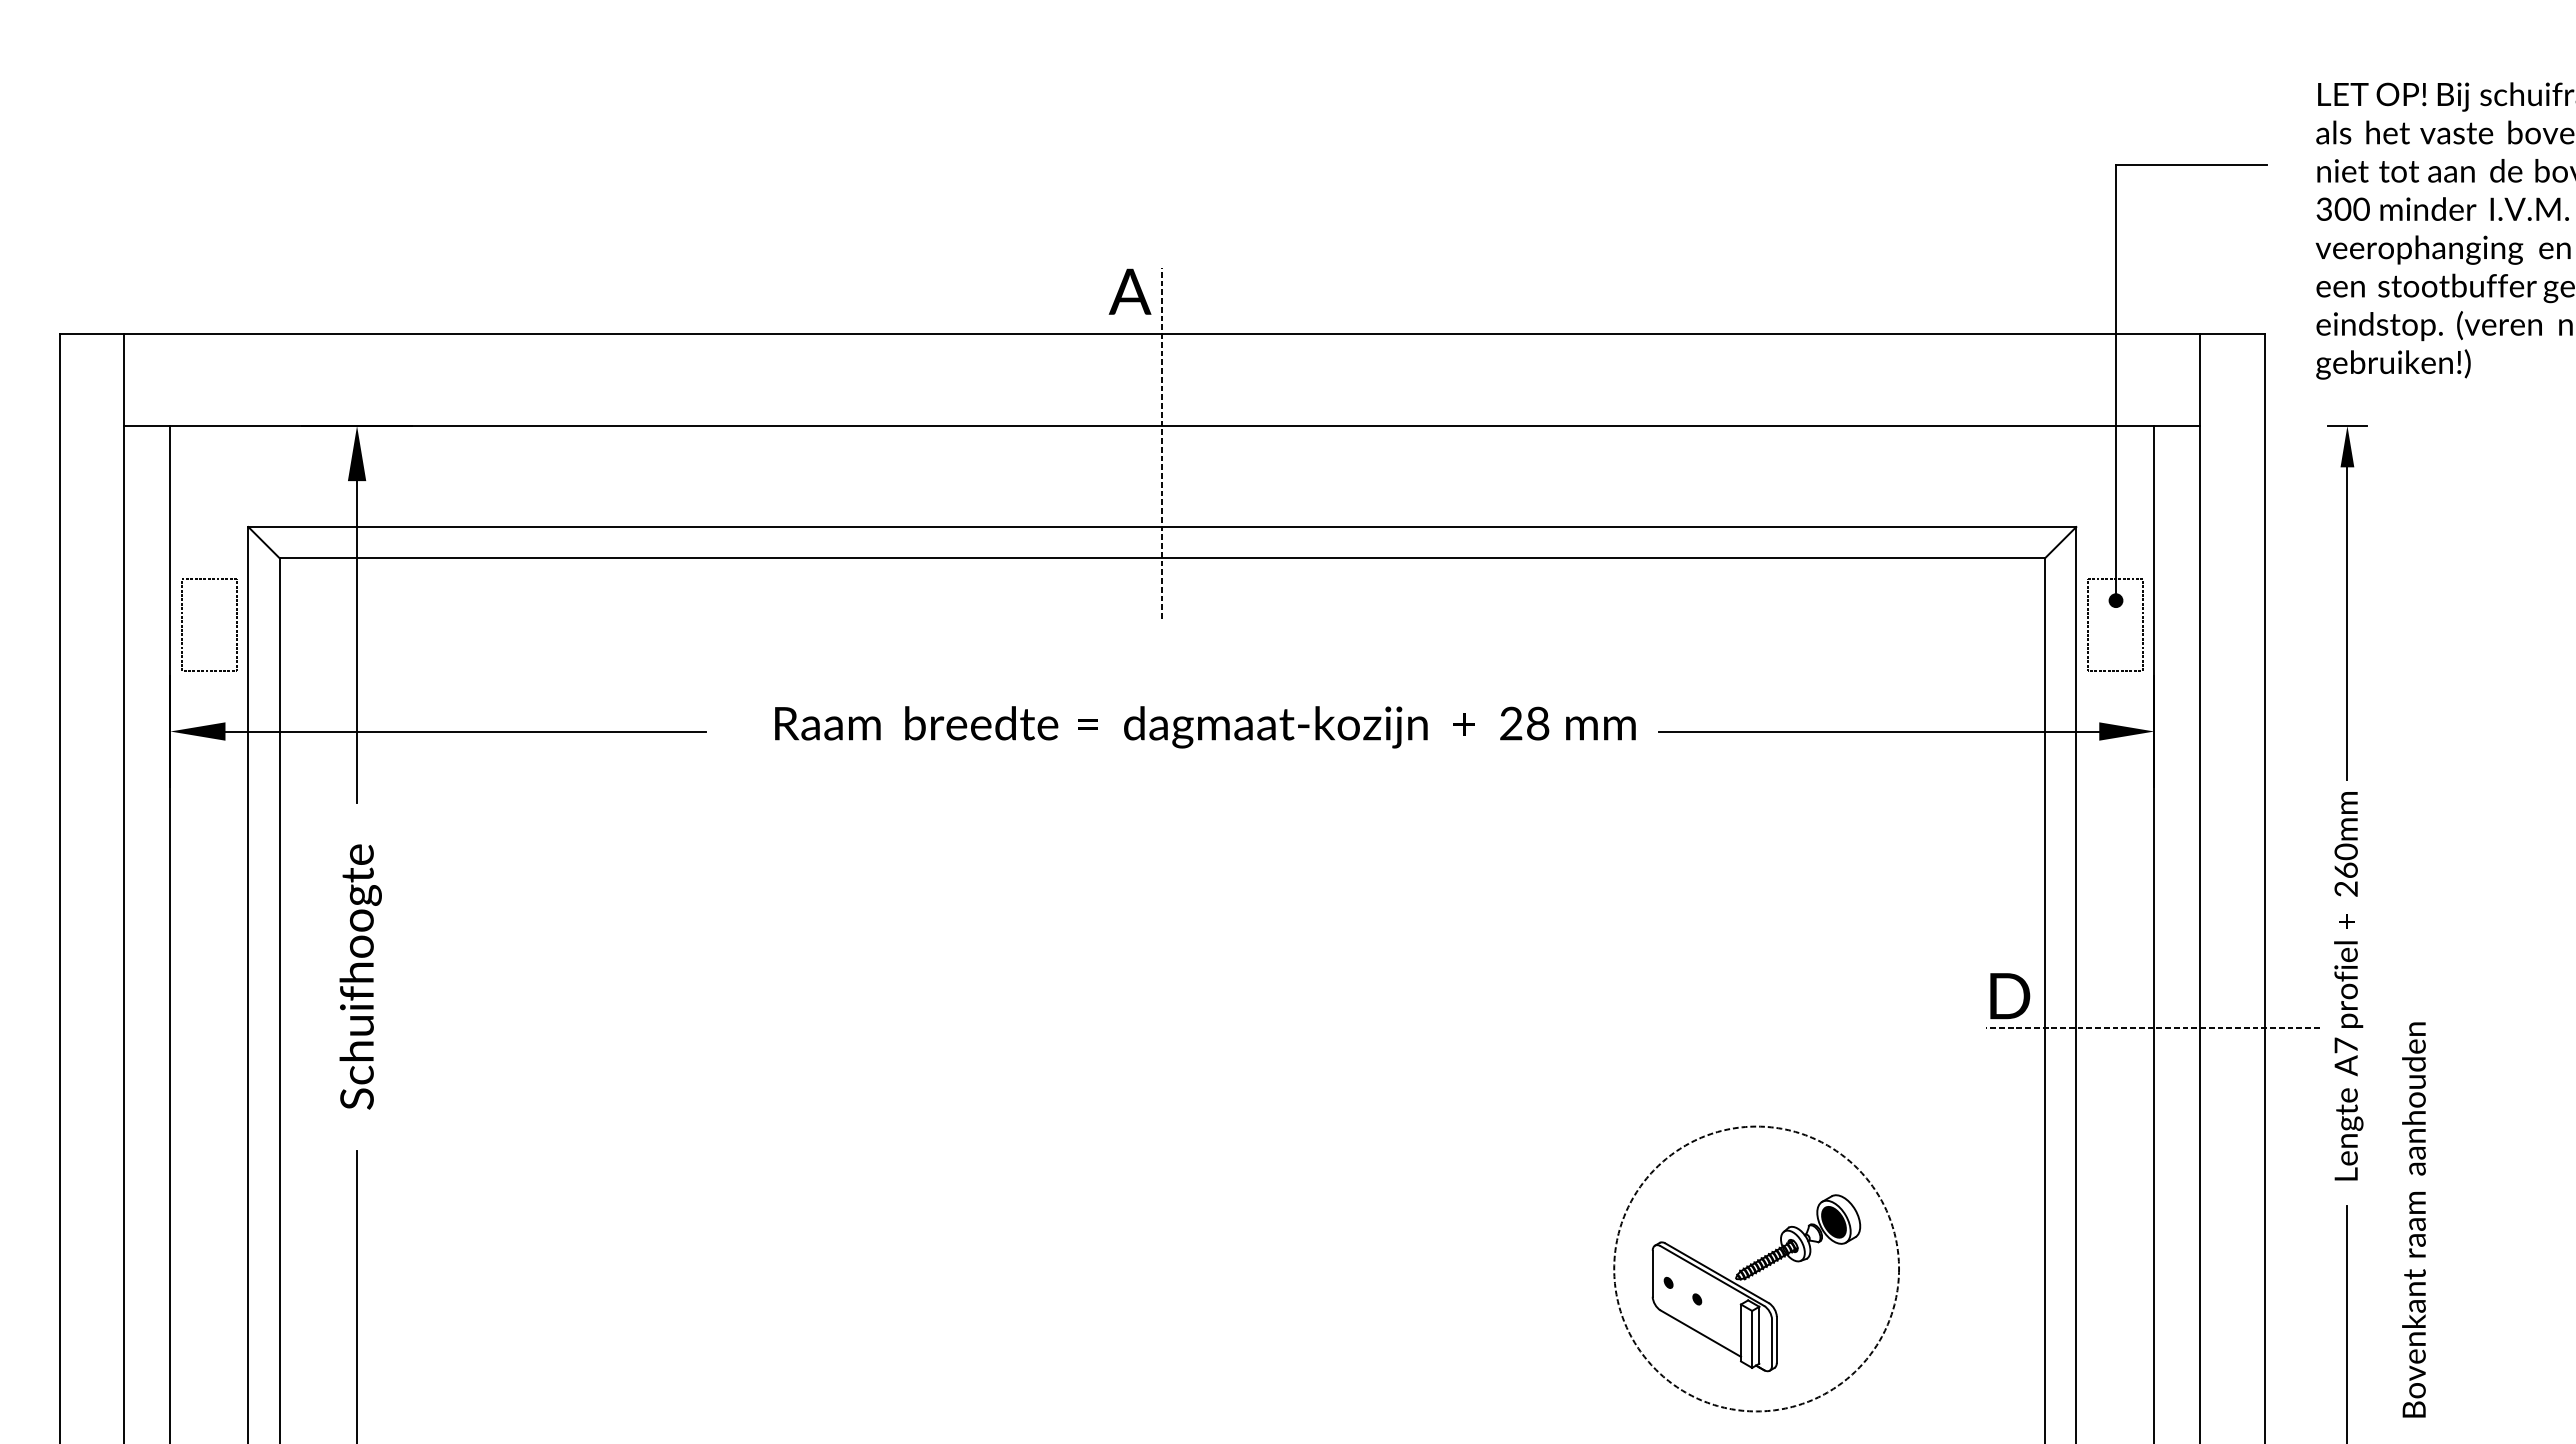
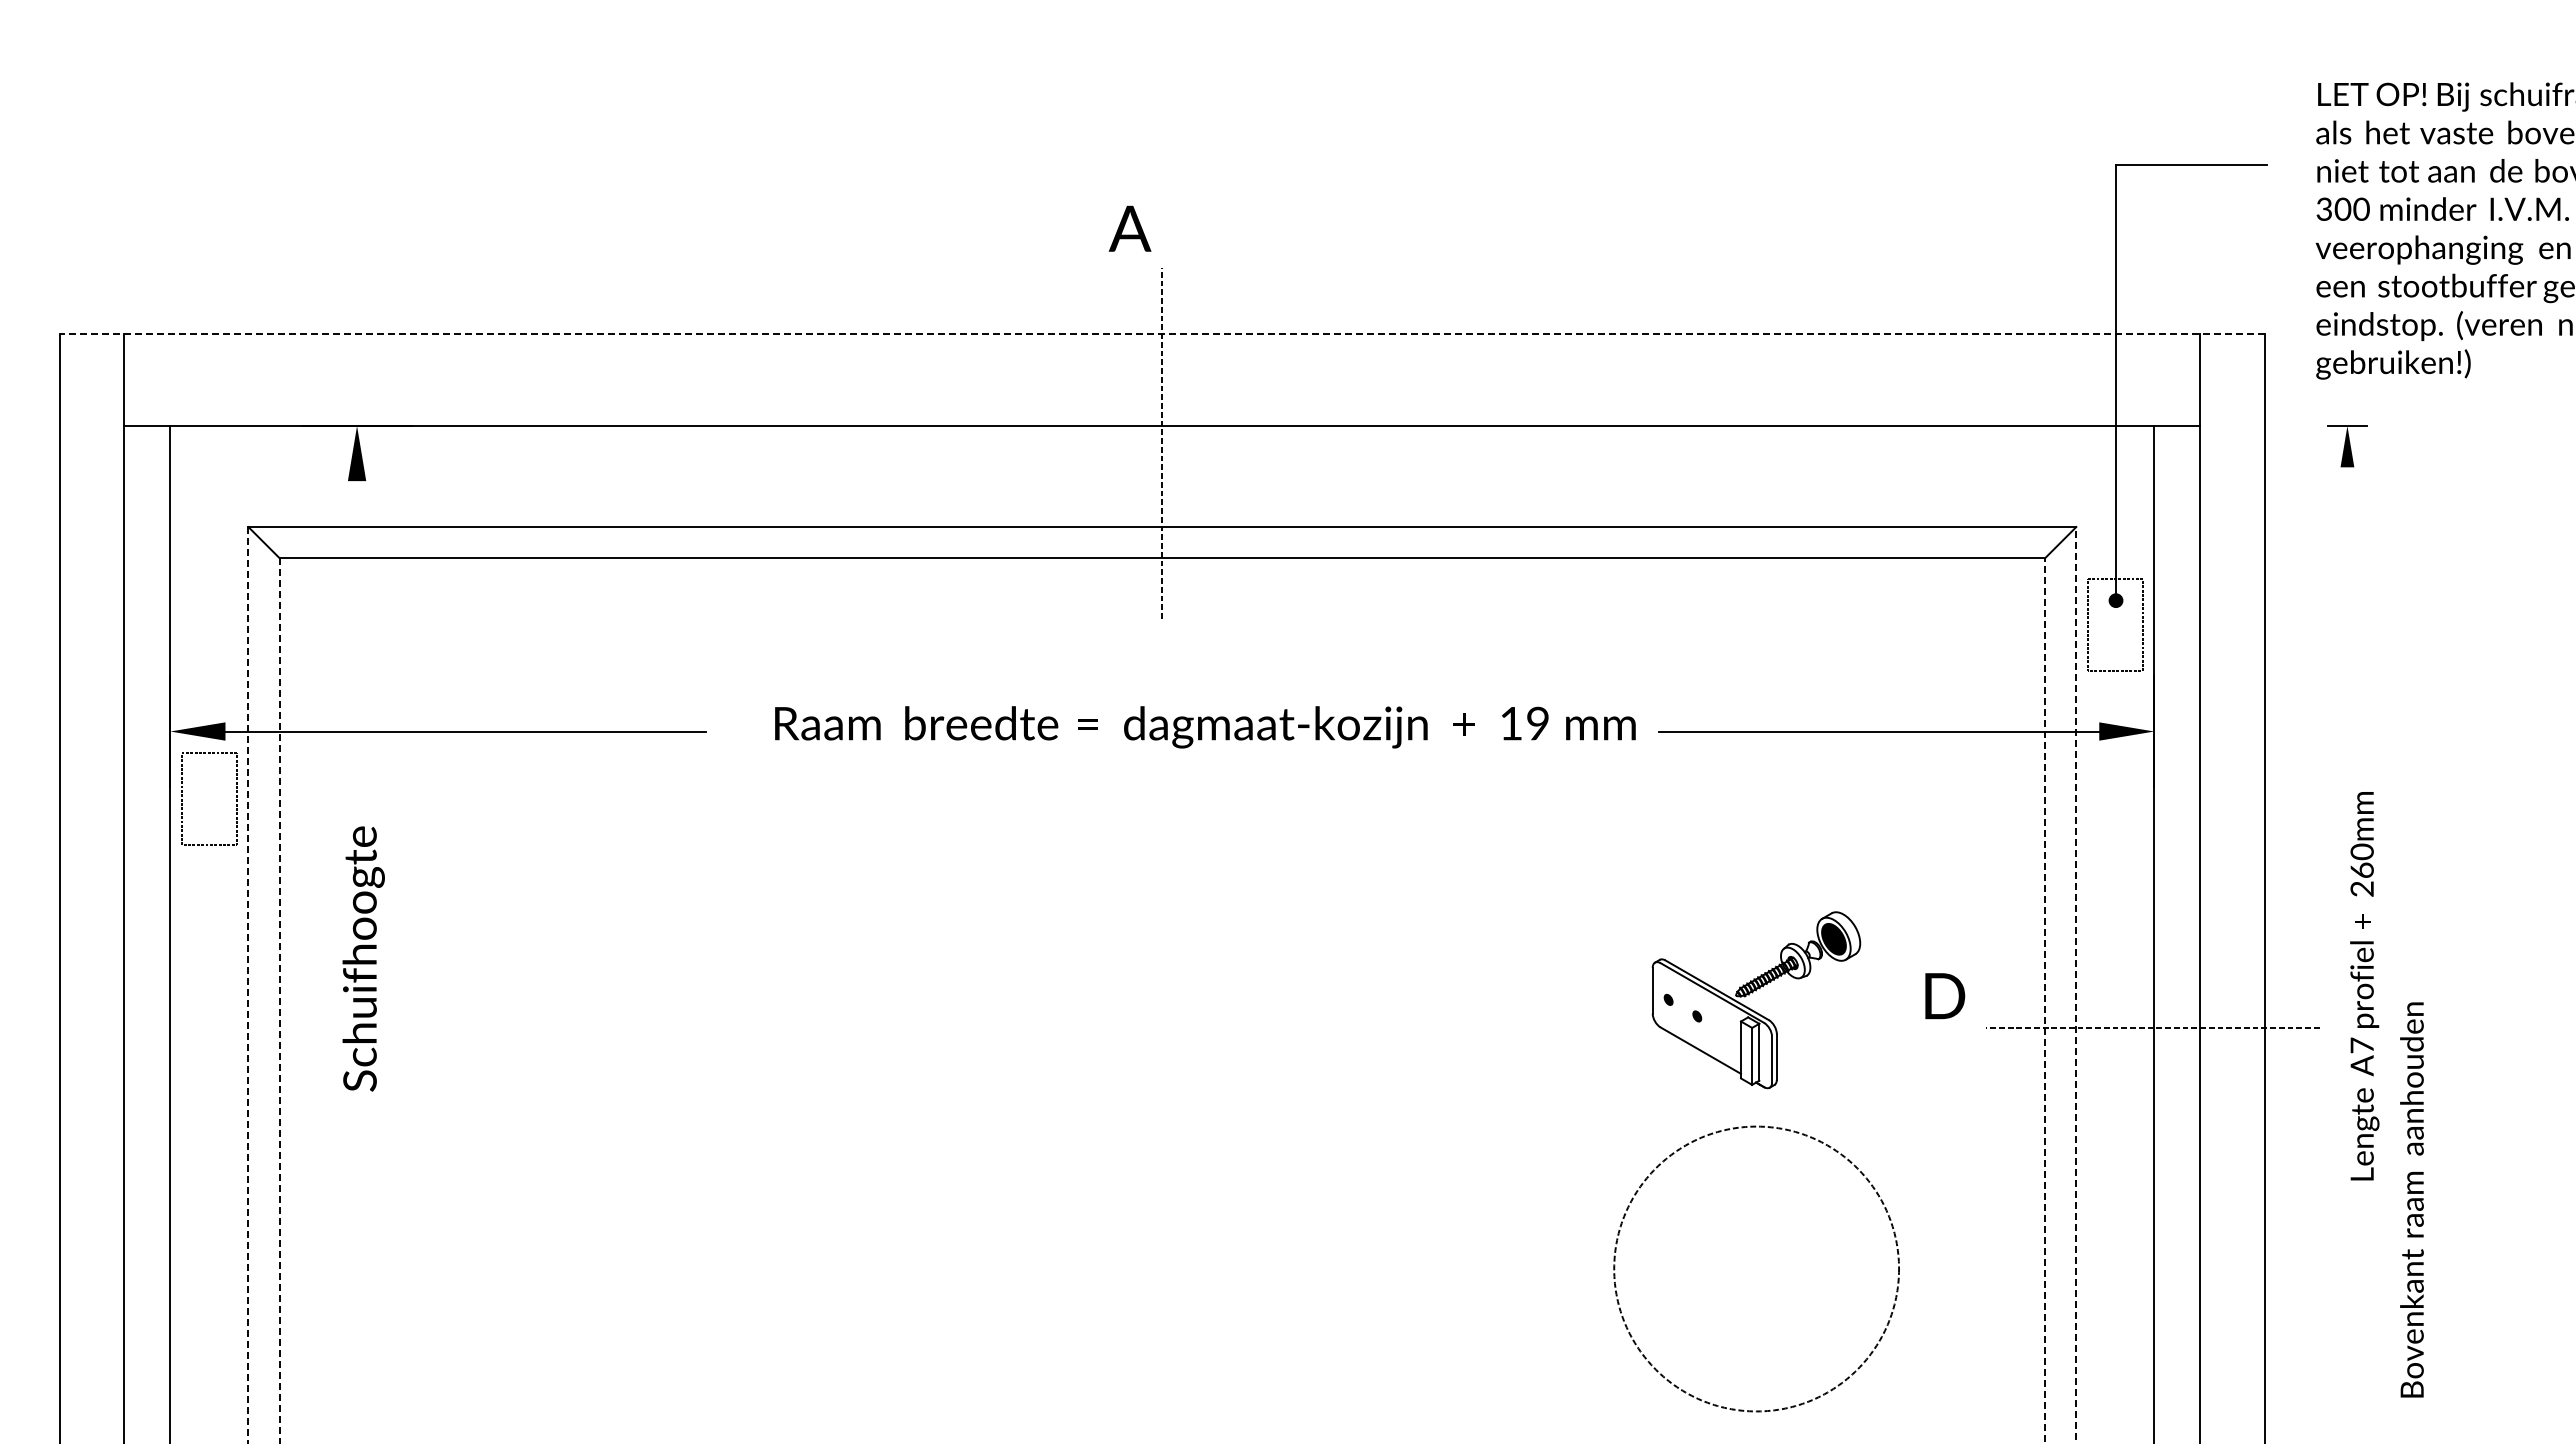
text at (1129, 291) position: (1129, 291) -> (1129, 228)
line at (1161, 334): solid -> dashed
part at (236, 623) position: (236, 623) -> (236, 797)
line at (2347, 623): present -> none
line at (357, 642): present -> none
text at (1524, 723): 28 -> 19
text at (360, 976) position: (360, 976) -> (363, 958)
line at (2076, 984): solid -> dashed
line at (248, 985): solid -> dashed
text at (2348, 986) position: (2348, 986) -> (2364, 986)
text at (2010, 996) position: (2010, 996) -> (1945, 996)
line at (2045, 1000): solid -> dashed
line at (279, 1001): solid -> dashed
text at (2413, 1219) position: (2413, 1219) -> (2411, 1199)
part at (1752, 1276) position: (1752, 1276) -> (1752, 993)
line at (357, 1295): present -> none
line at (2347, 1323): present -> none
